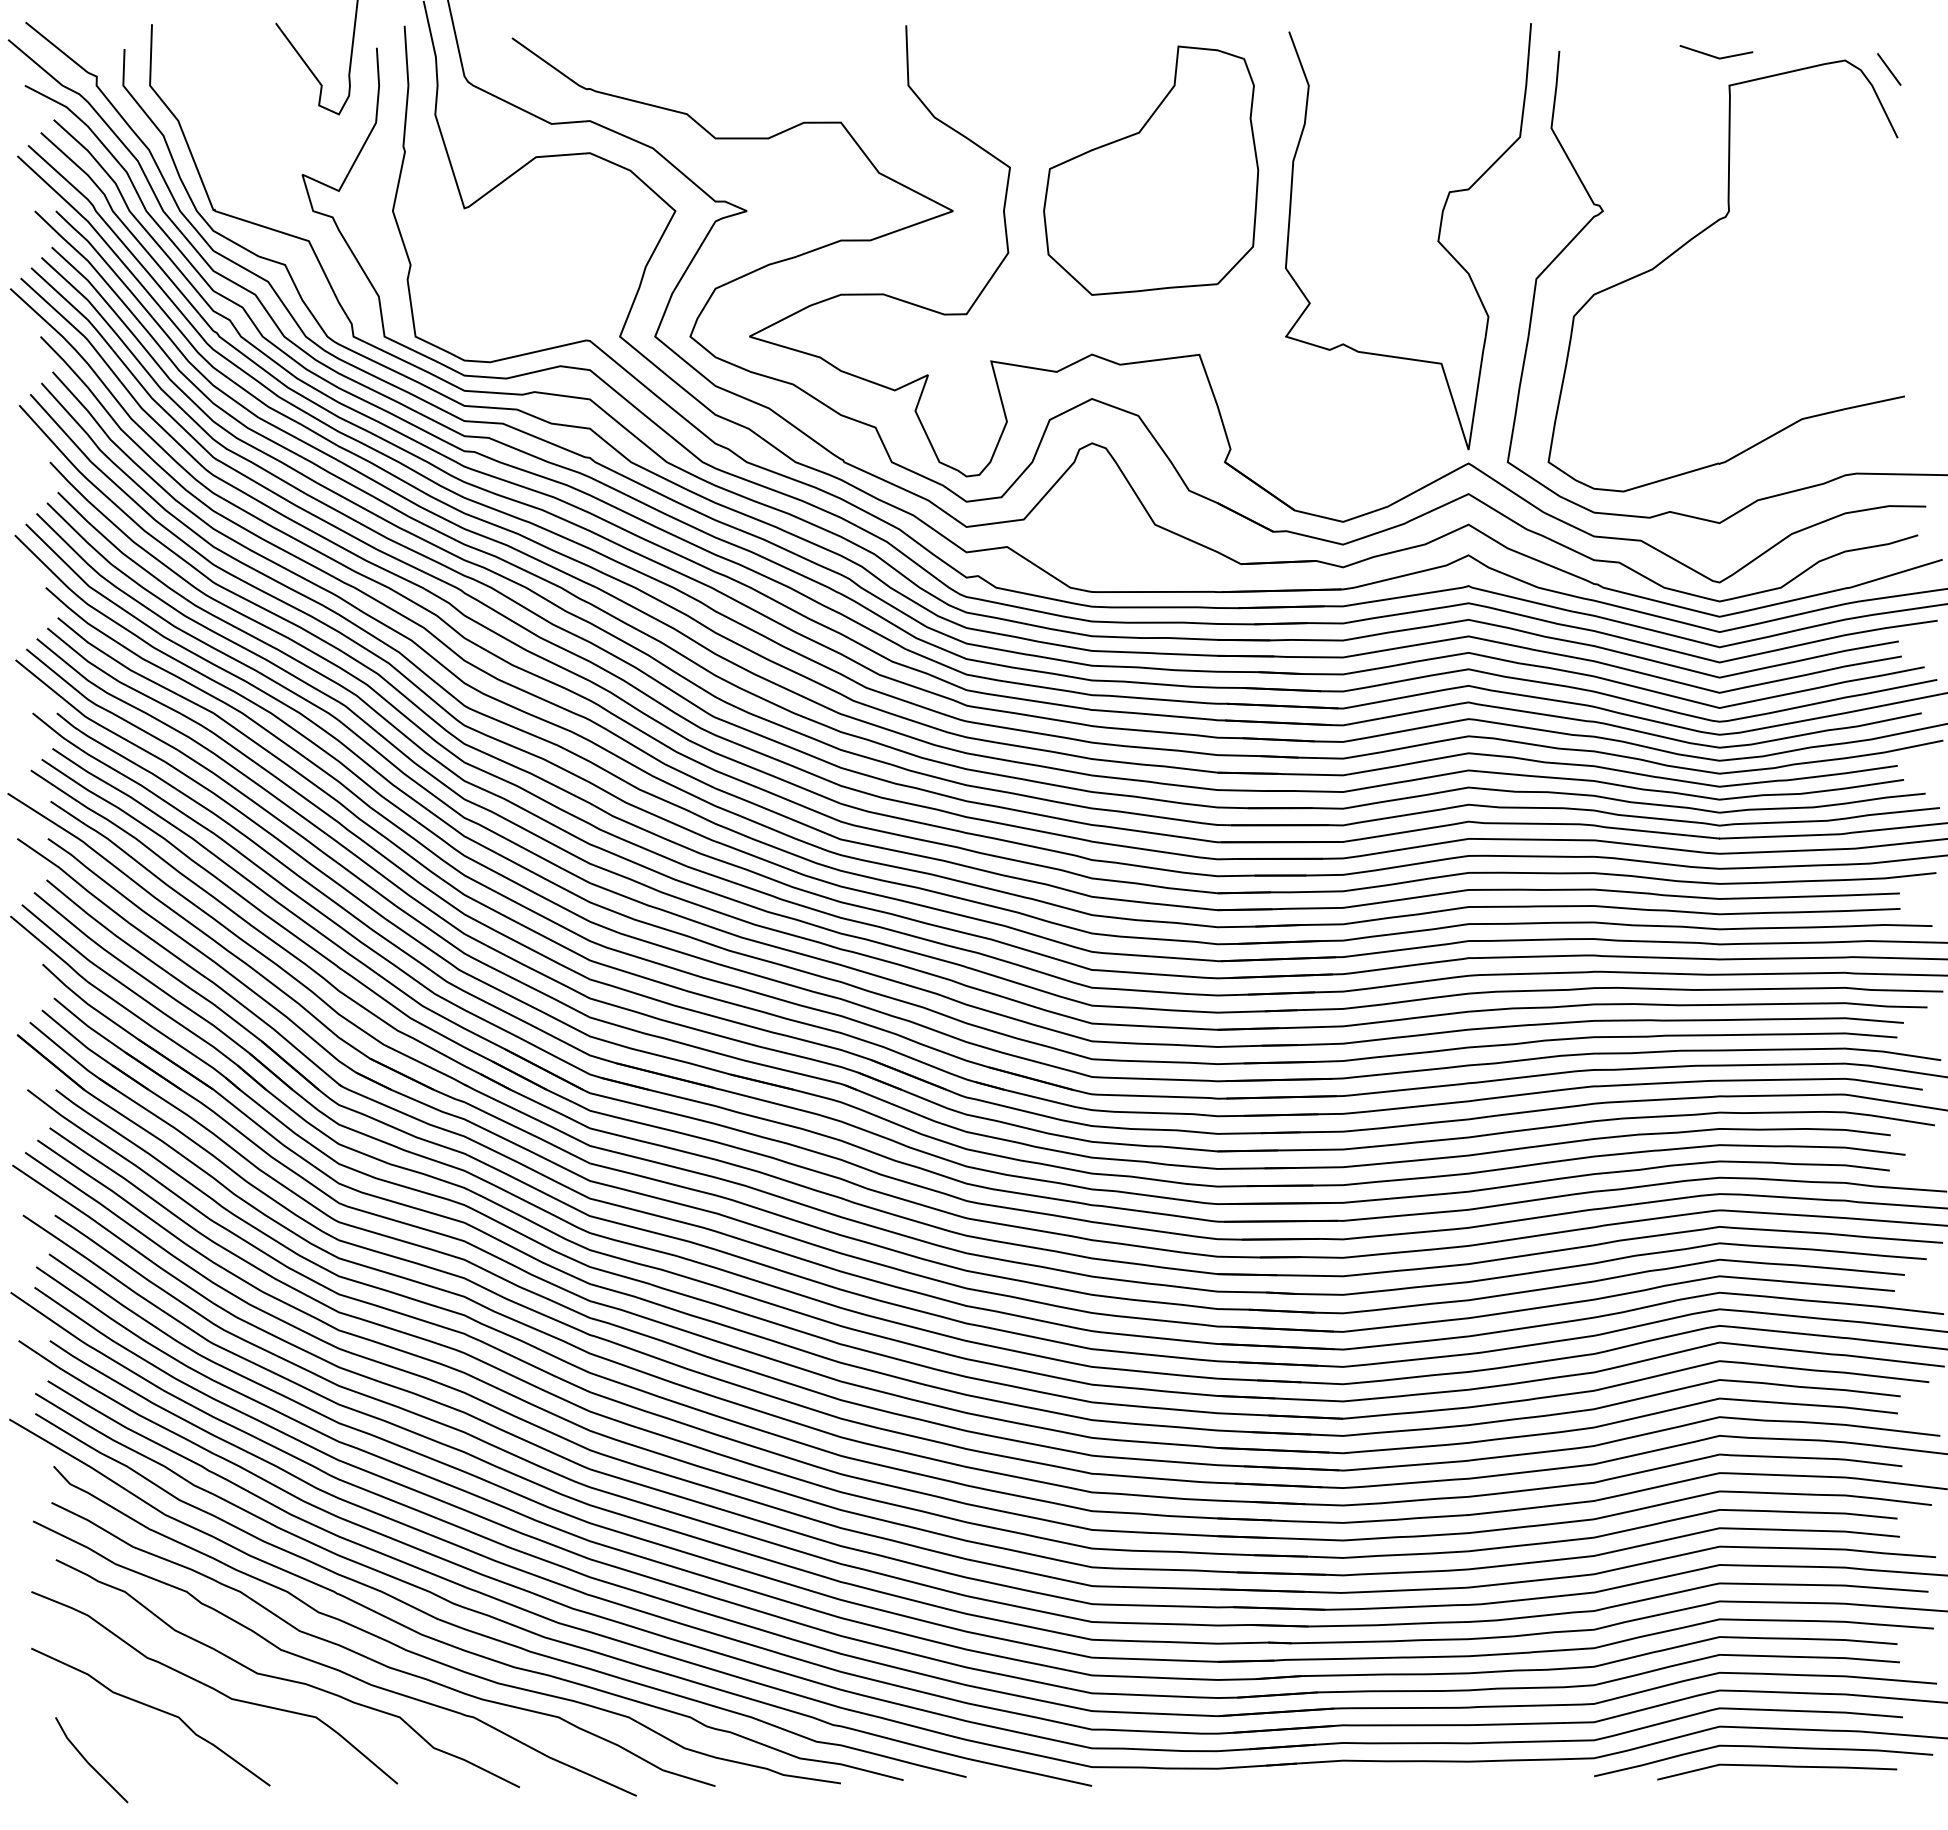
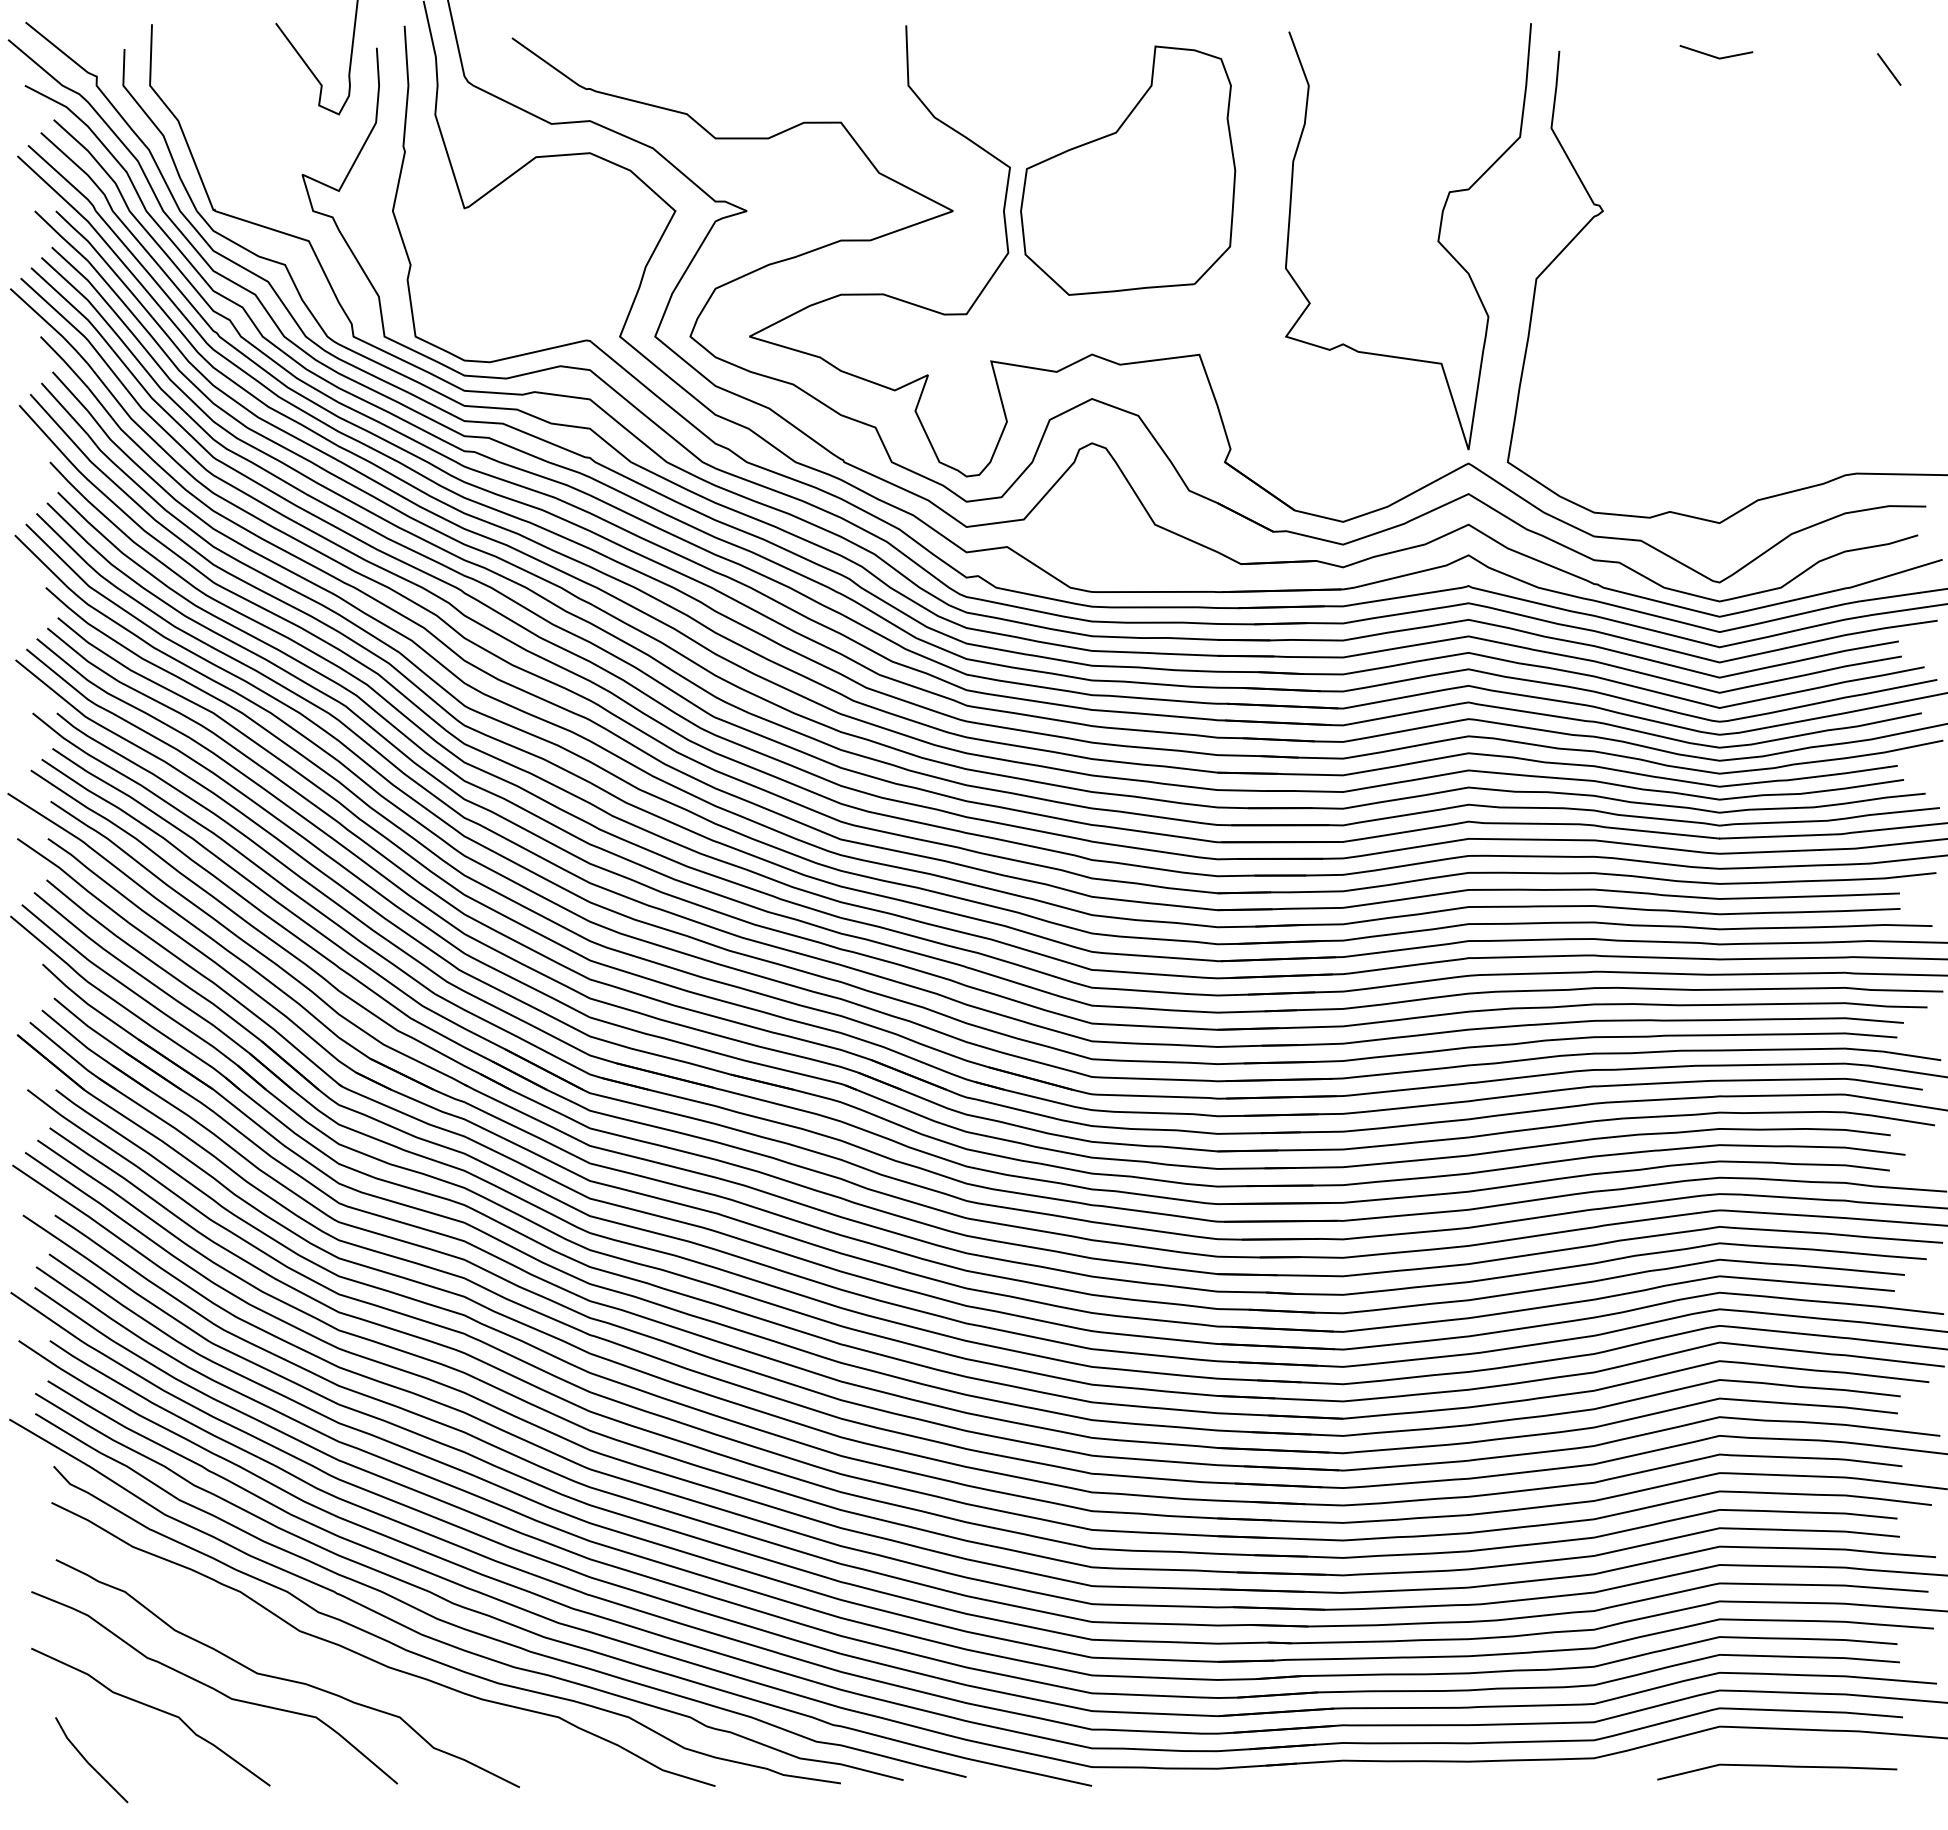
part at (1151, 170) position: (1151, 170) -> (1128, 170)
curve at (1697, 236): present -> none
curve at (331, 1666): present -> none
curve at (1763, 1747): present -> none
